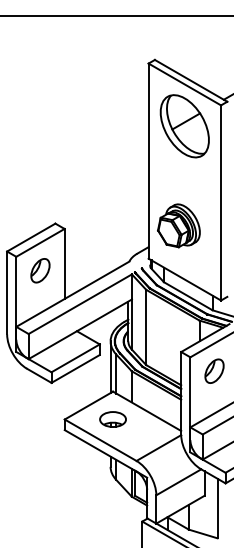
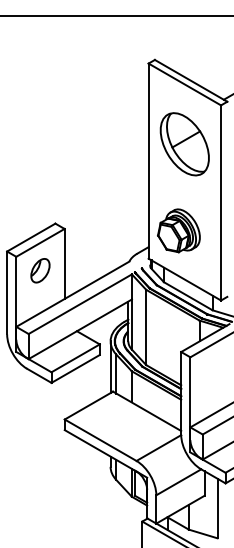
part at (184, 126) position: (184, 126) -> (184, 144)
part at (178, 225) position: (178, 225) -> (178, 230)
part at (214, 370): present -> none
part at (112, 419): present -> none
